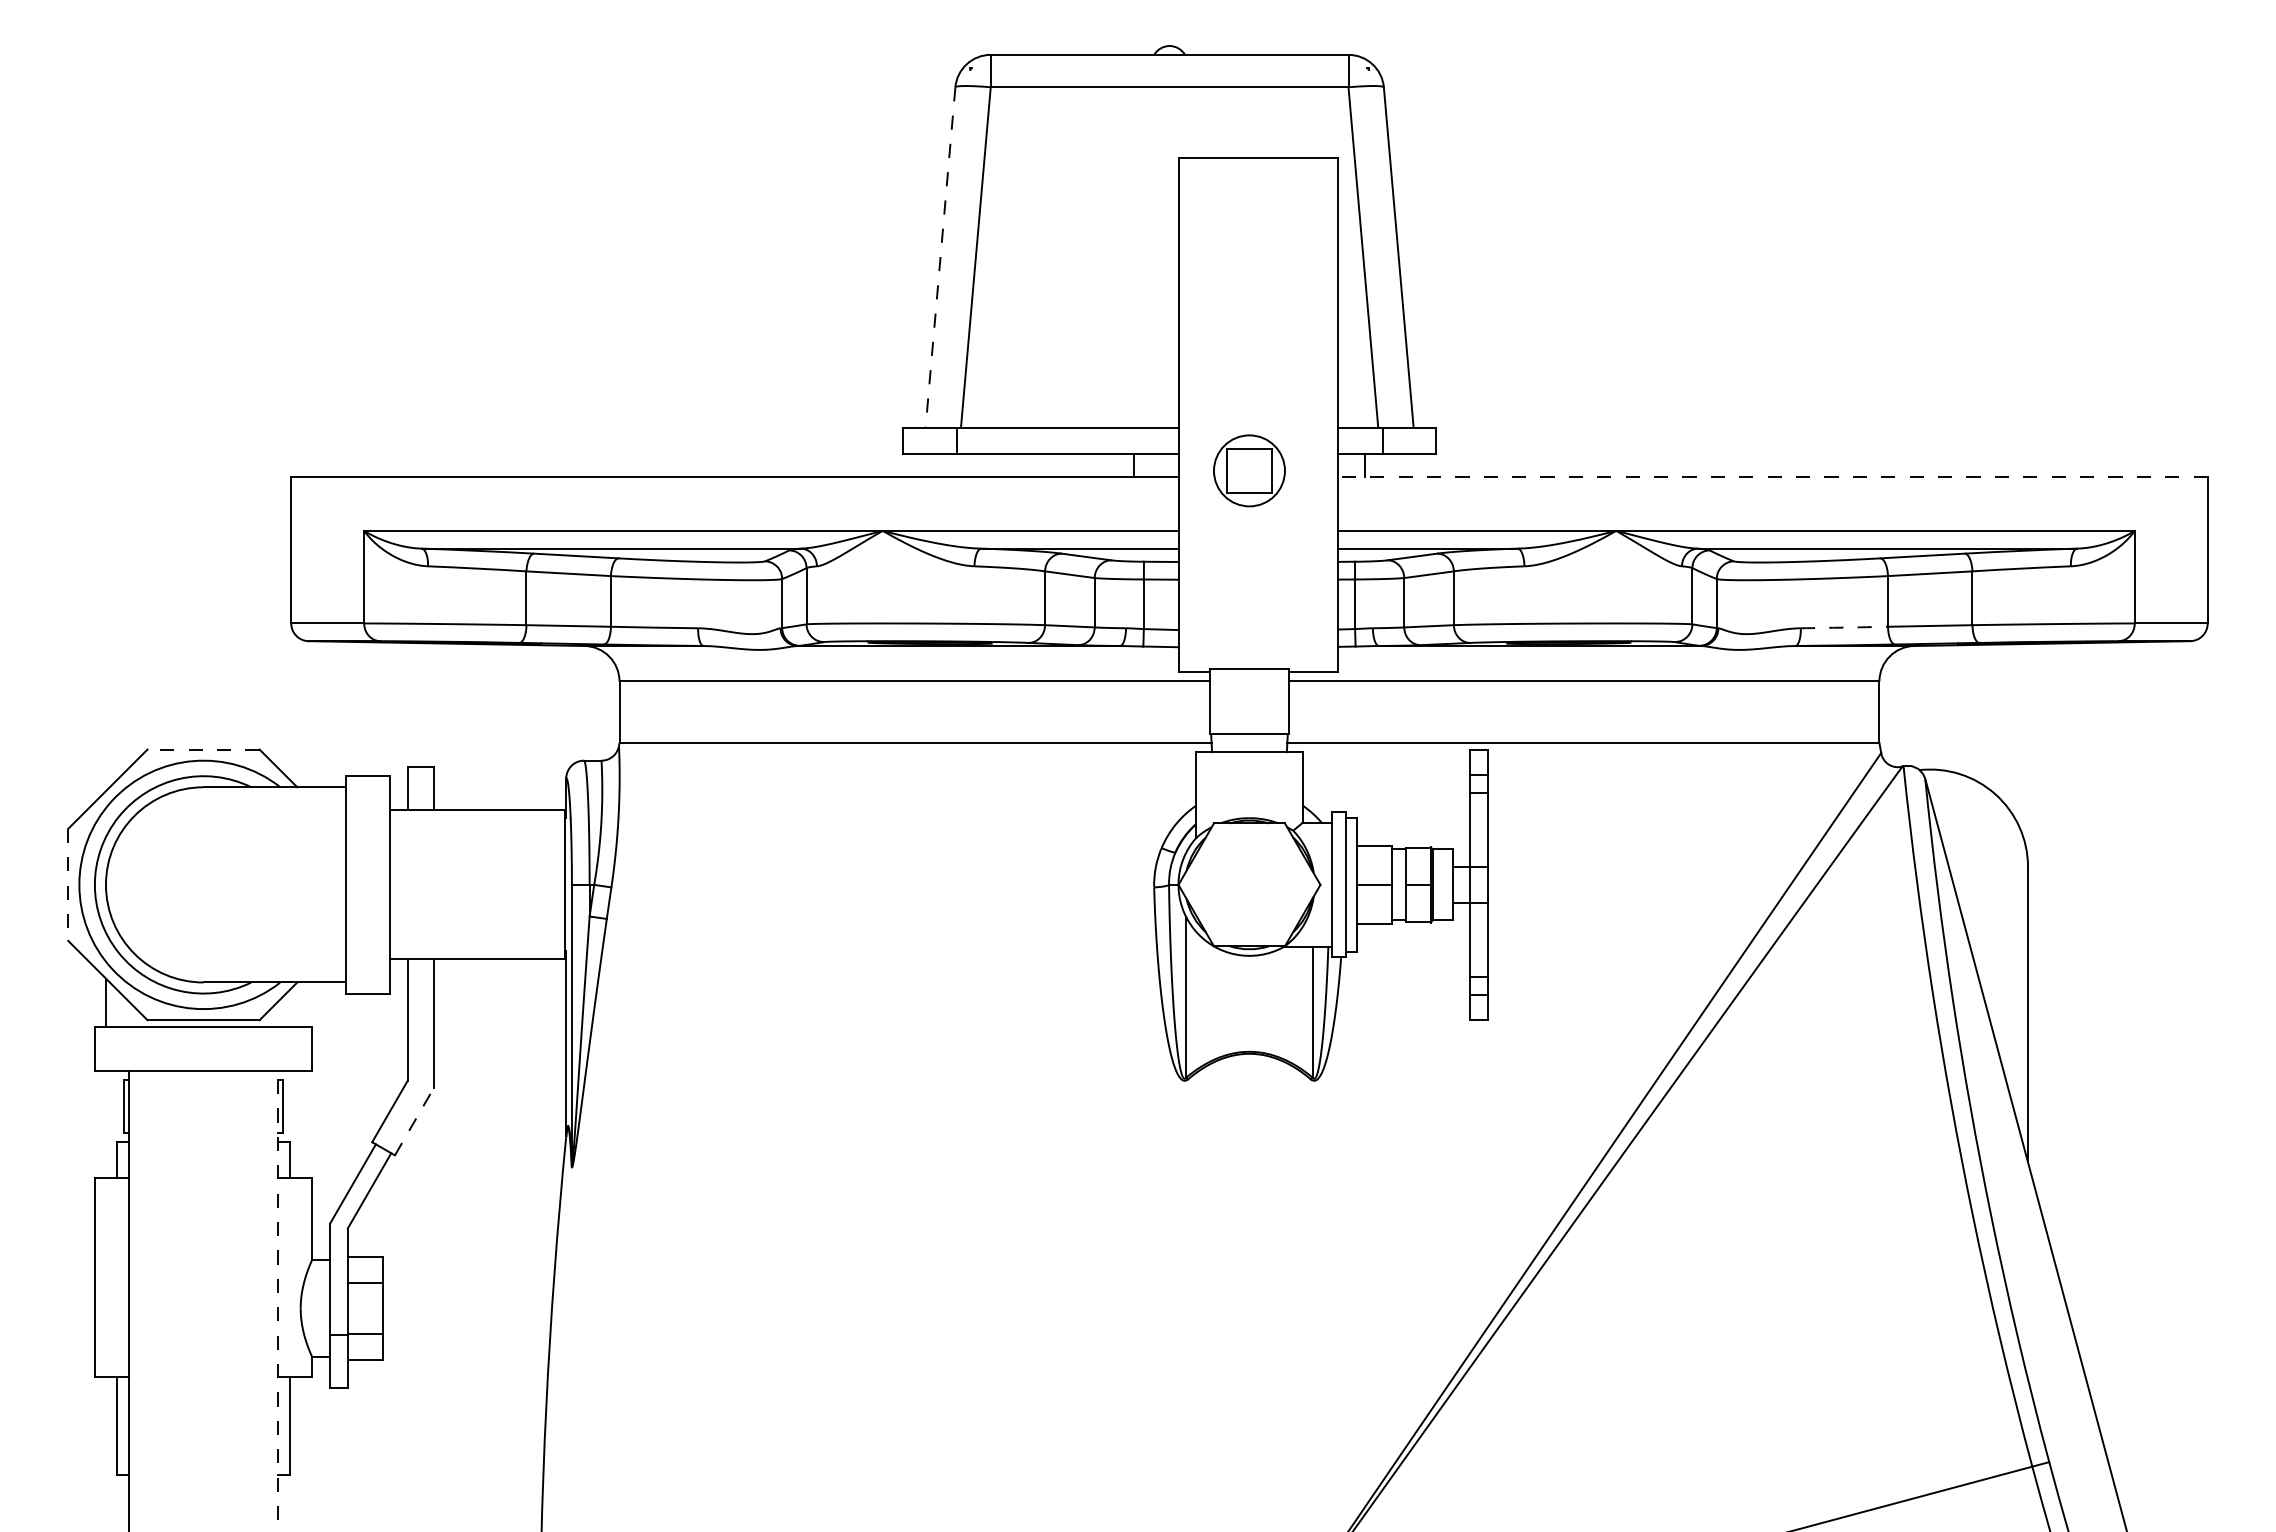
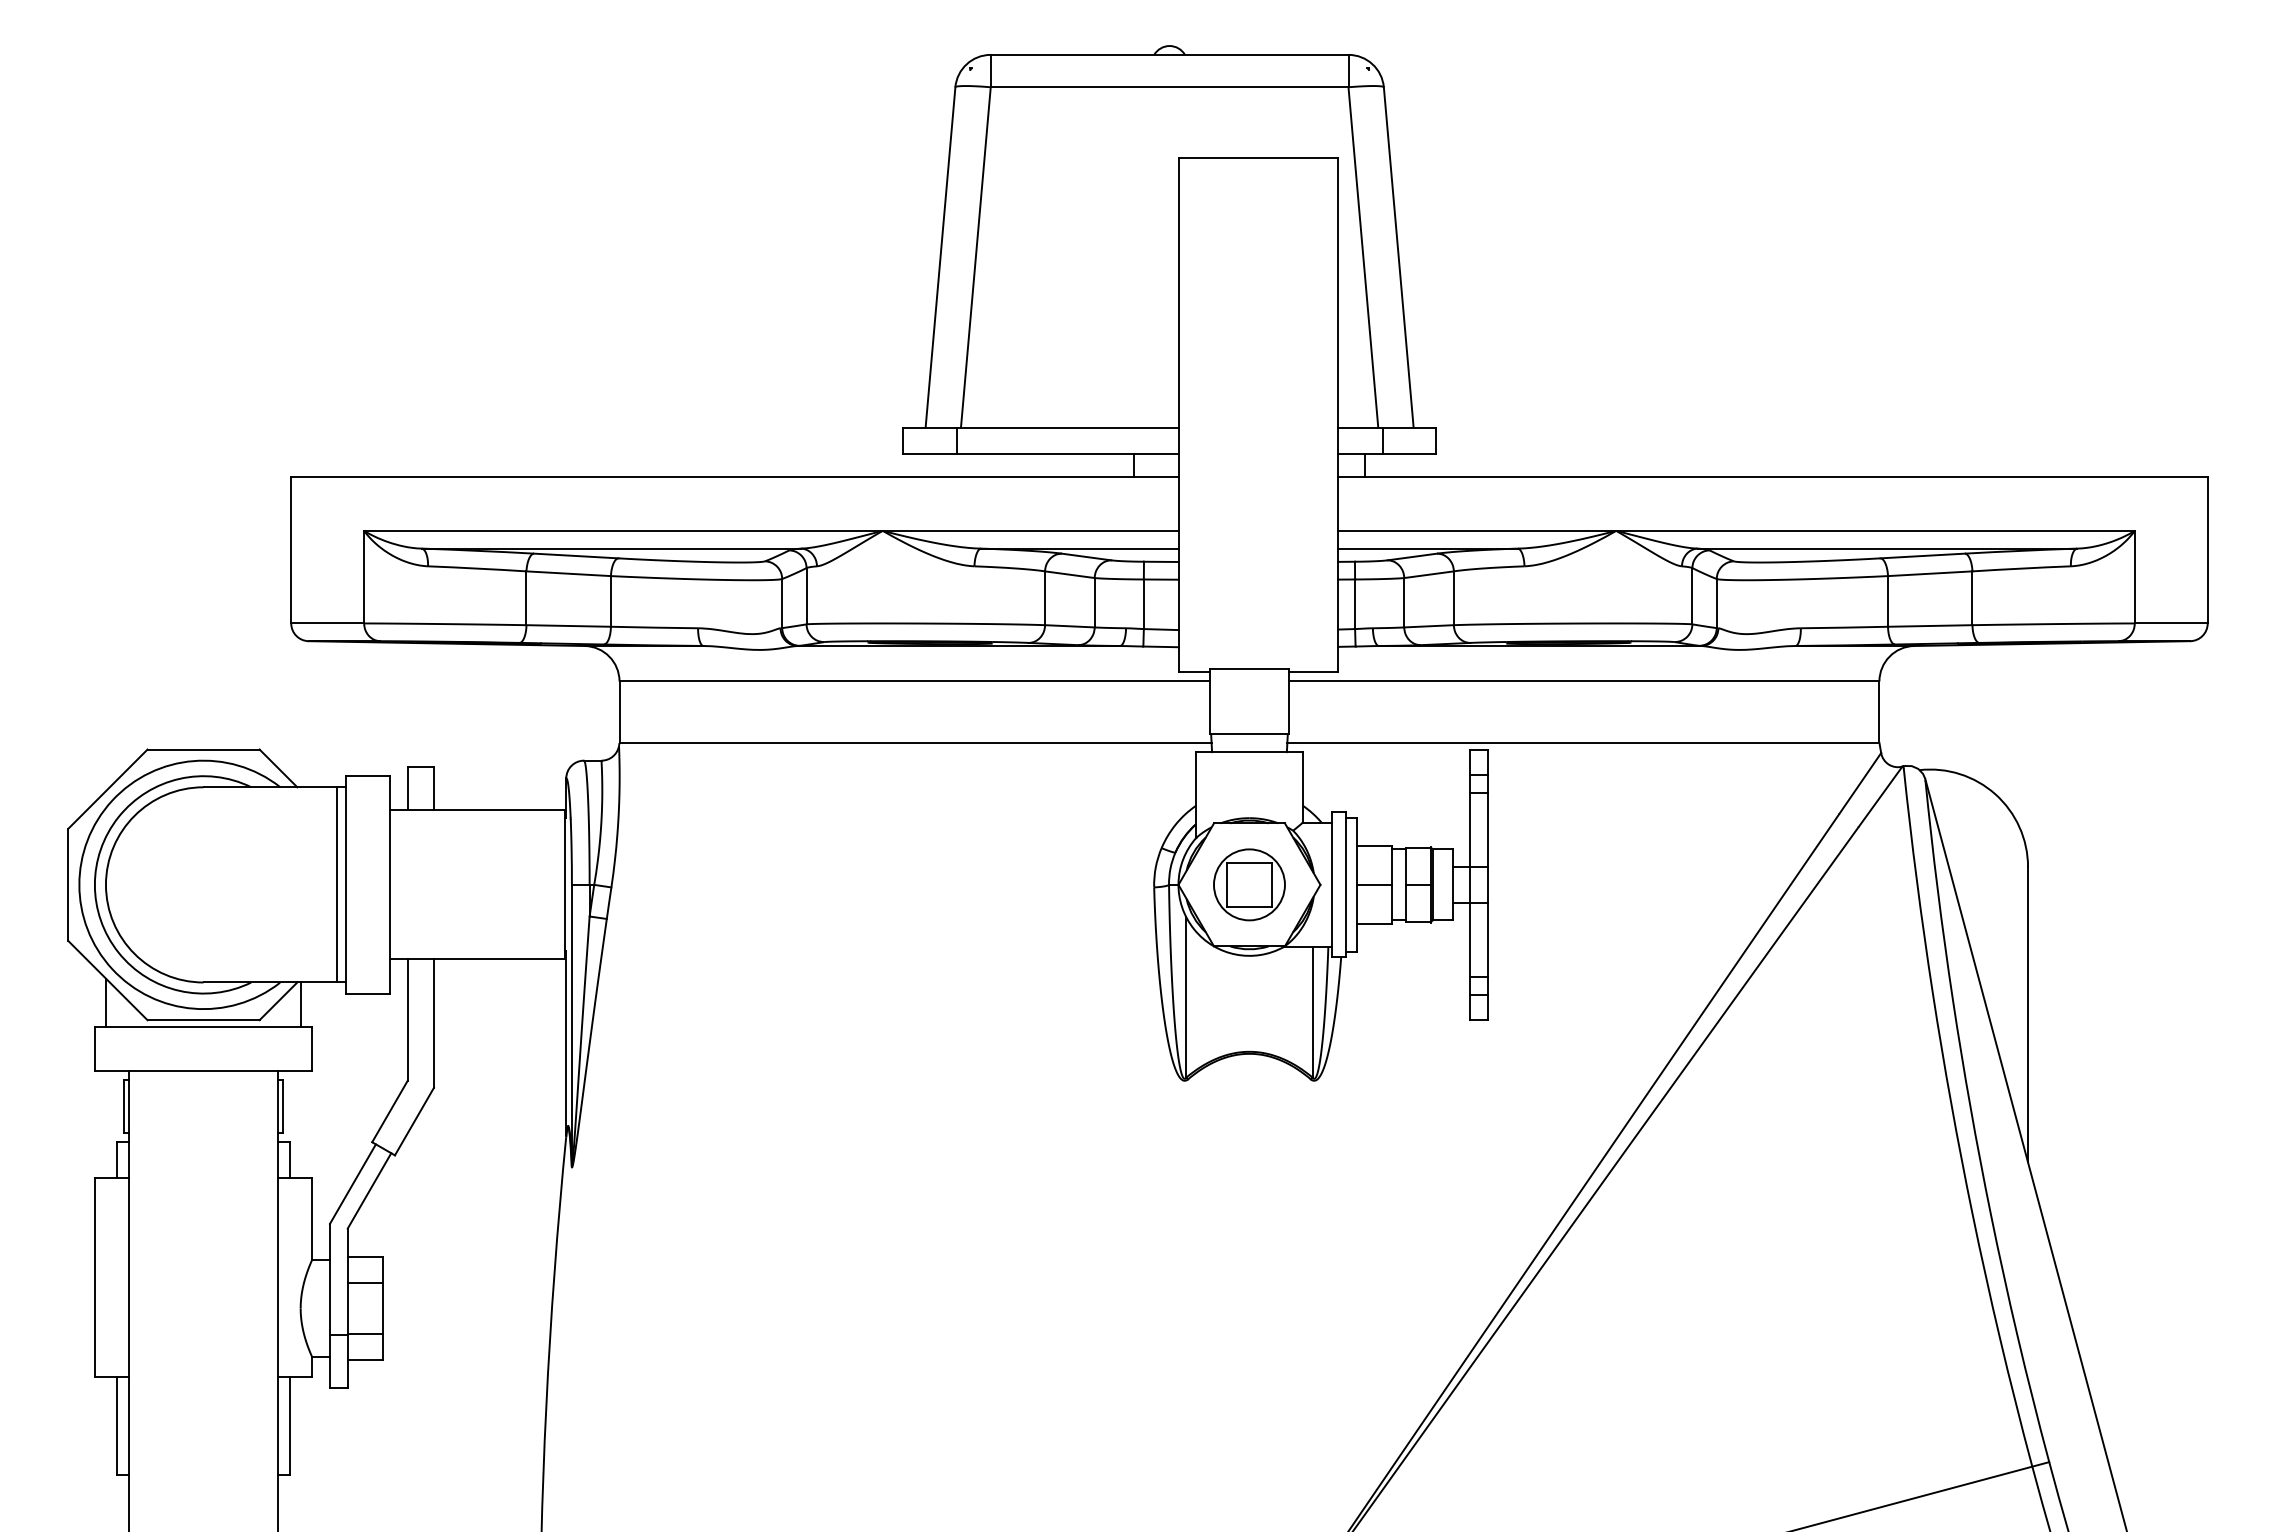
line at (940, 257): dashed -> solid
part at (1249, 470) position: (1249, 470) -> (1249, 884)
line at (1772, 476): dashed -> solid
arc at (1844, 627): dashed -> solid
line at (203, 749): dashed -> solid
line at (336, 884): none -> present
line at (68, 885): dashed -> solid
line at (301, 1004): none -> present
line at (414, 1121): dashed -> solid
line at (278, 1301): dashed -> solid
